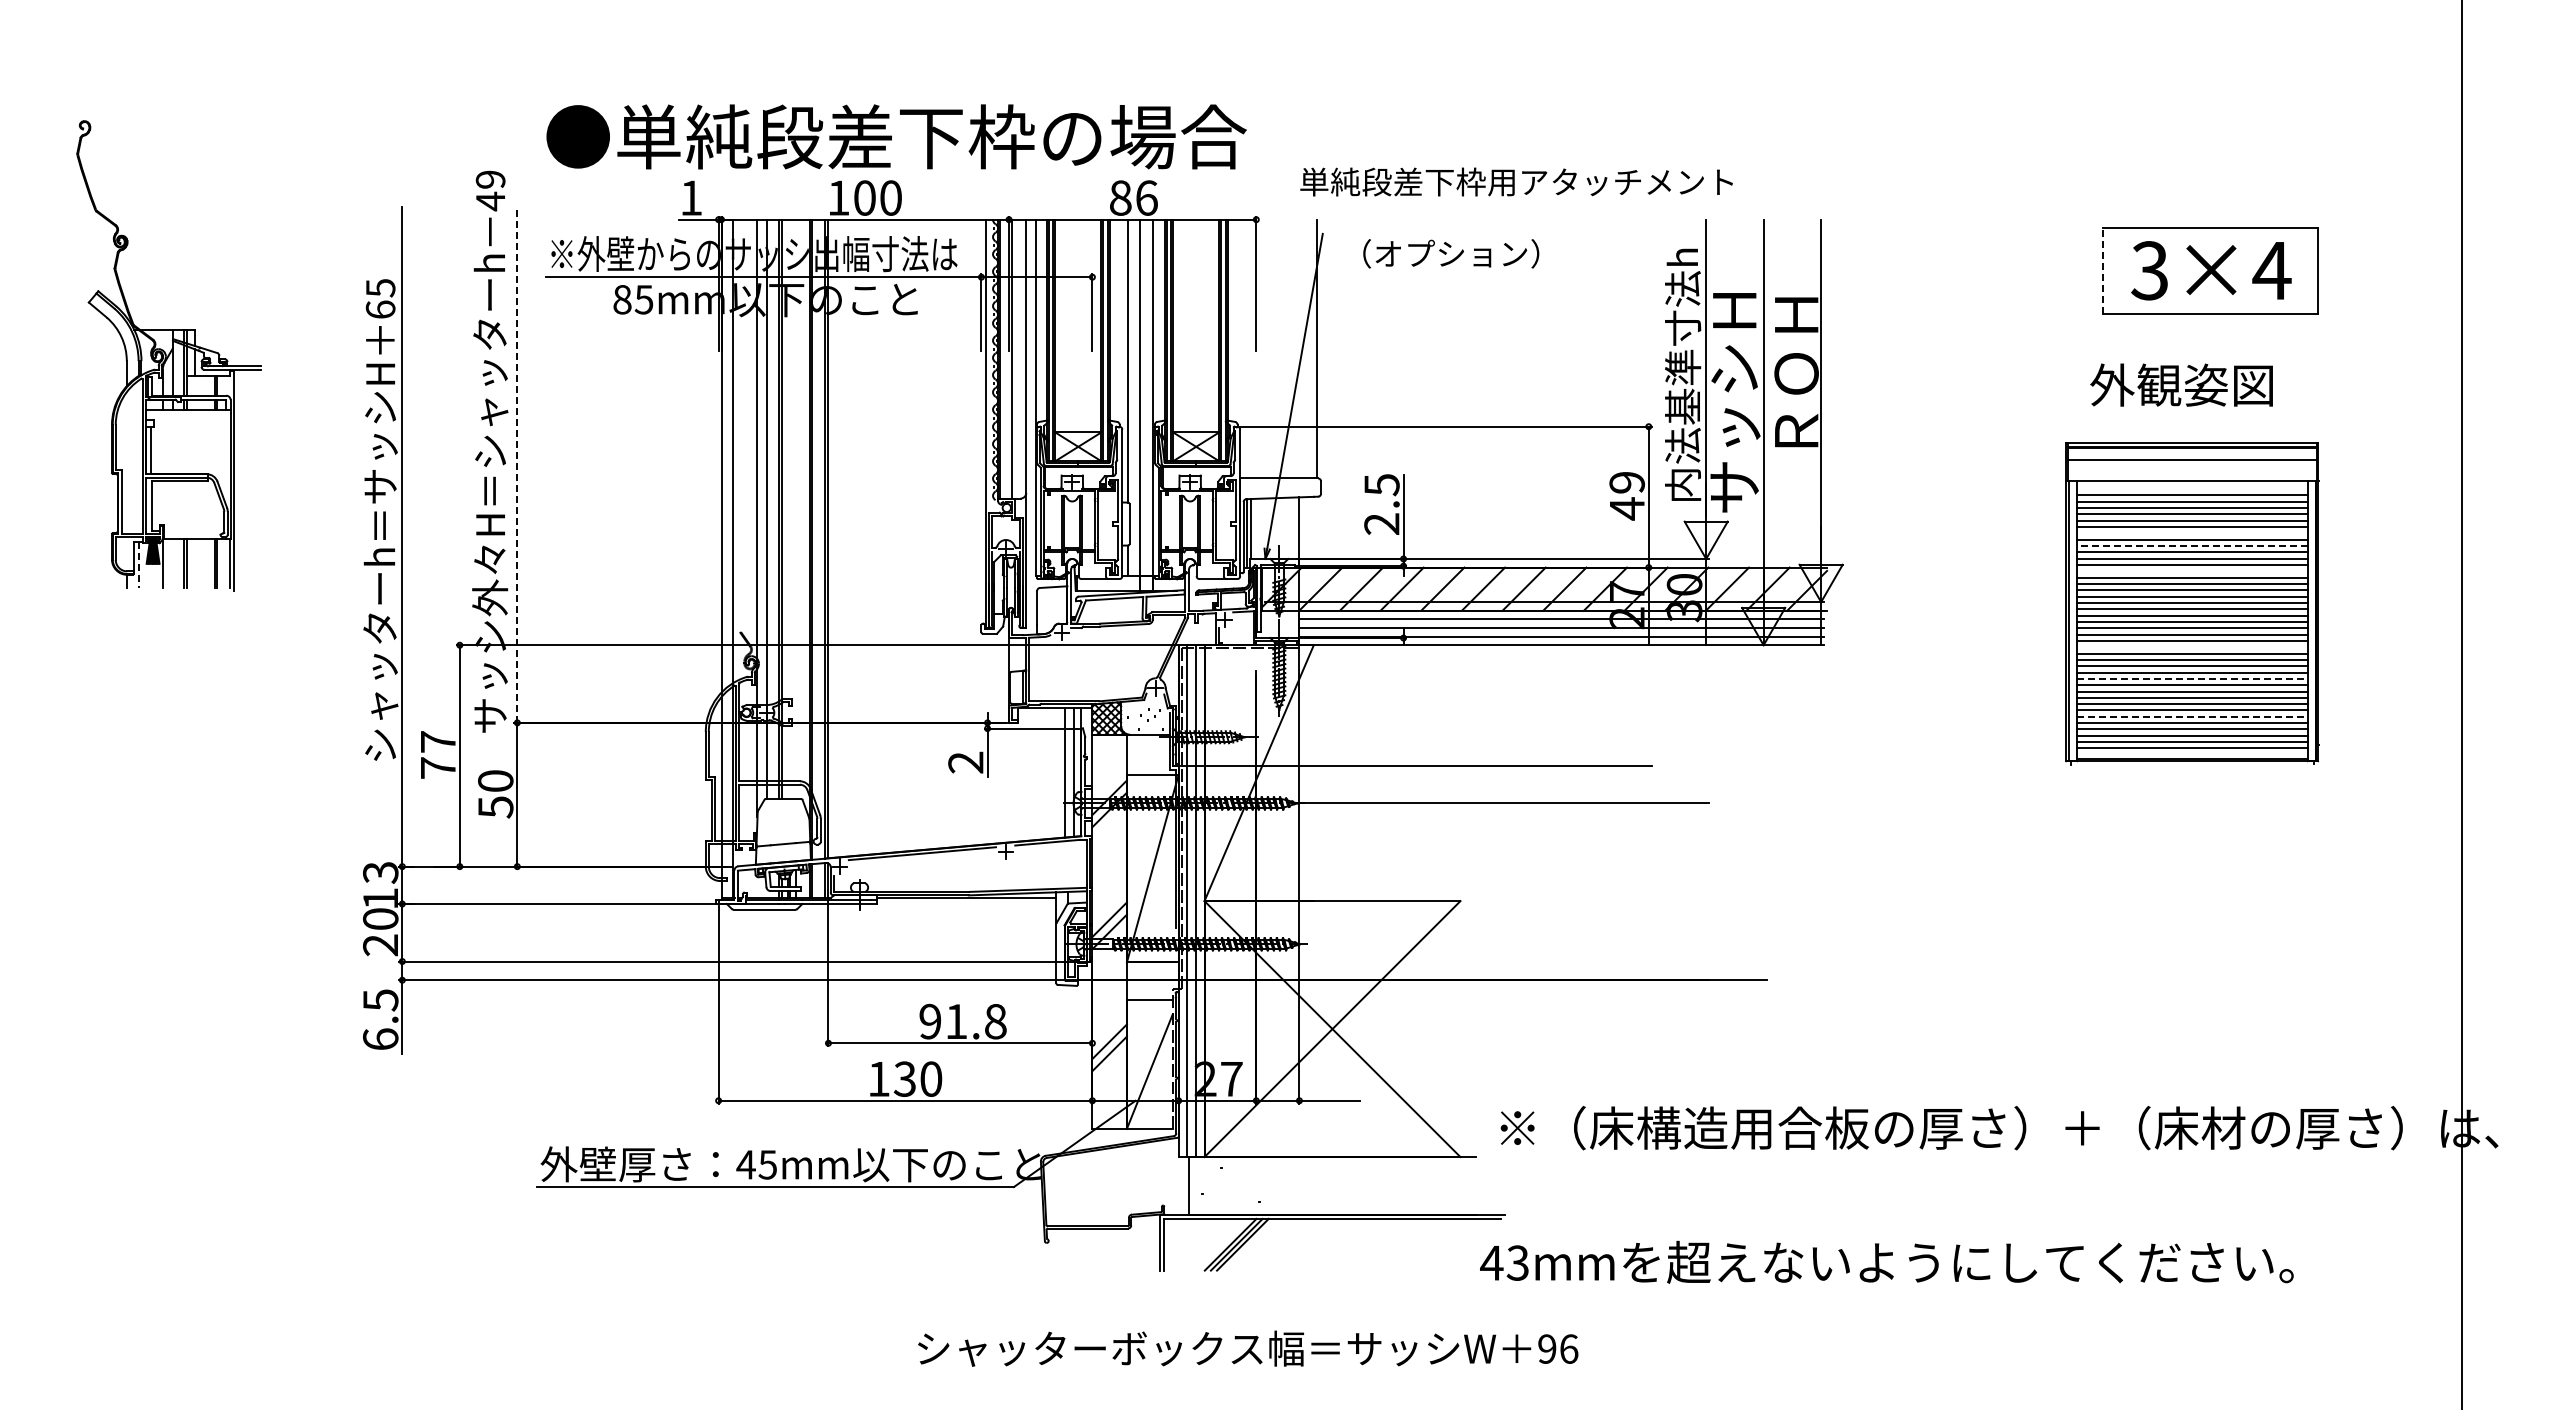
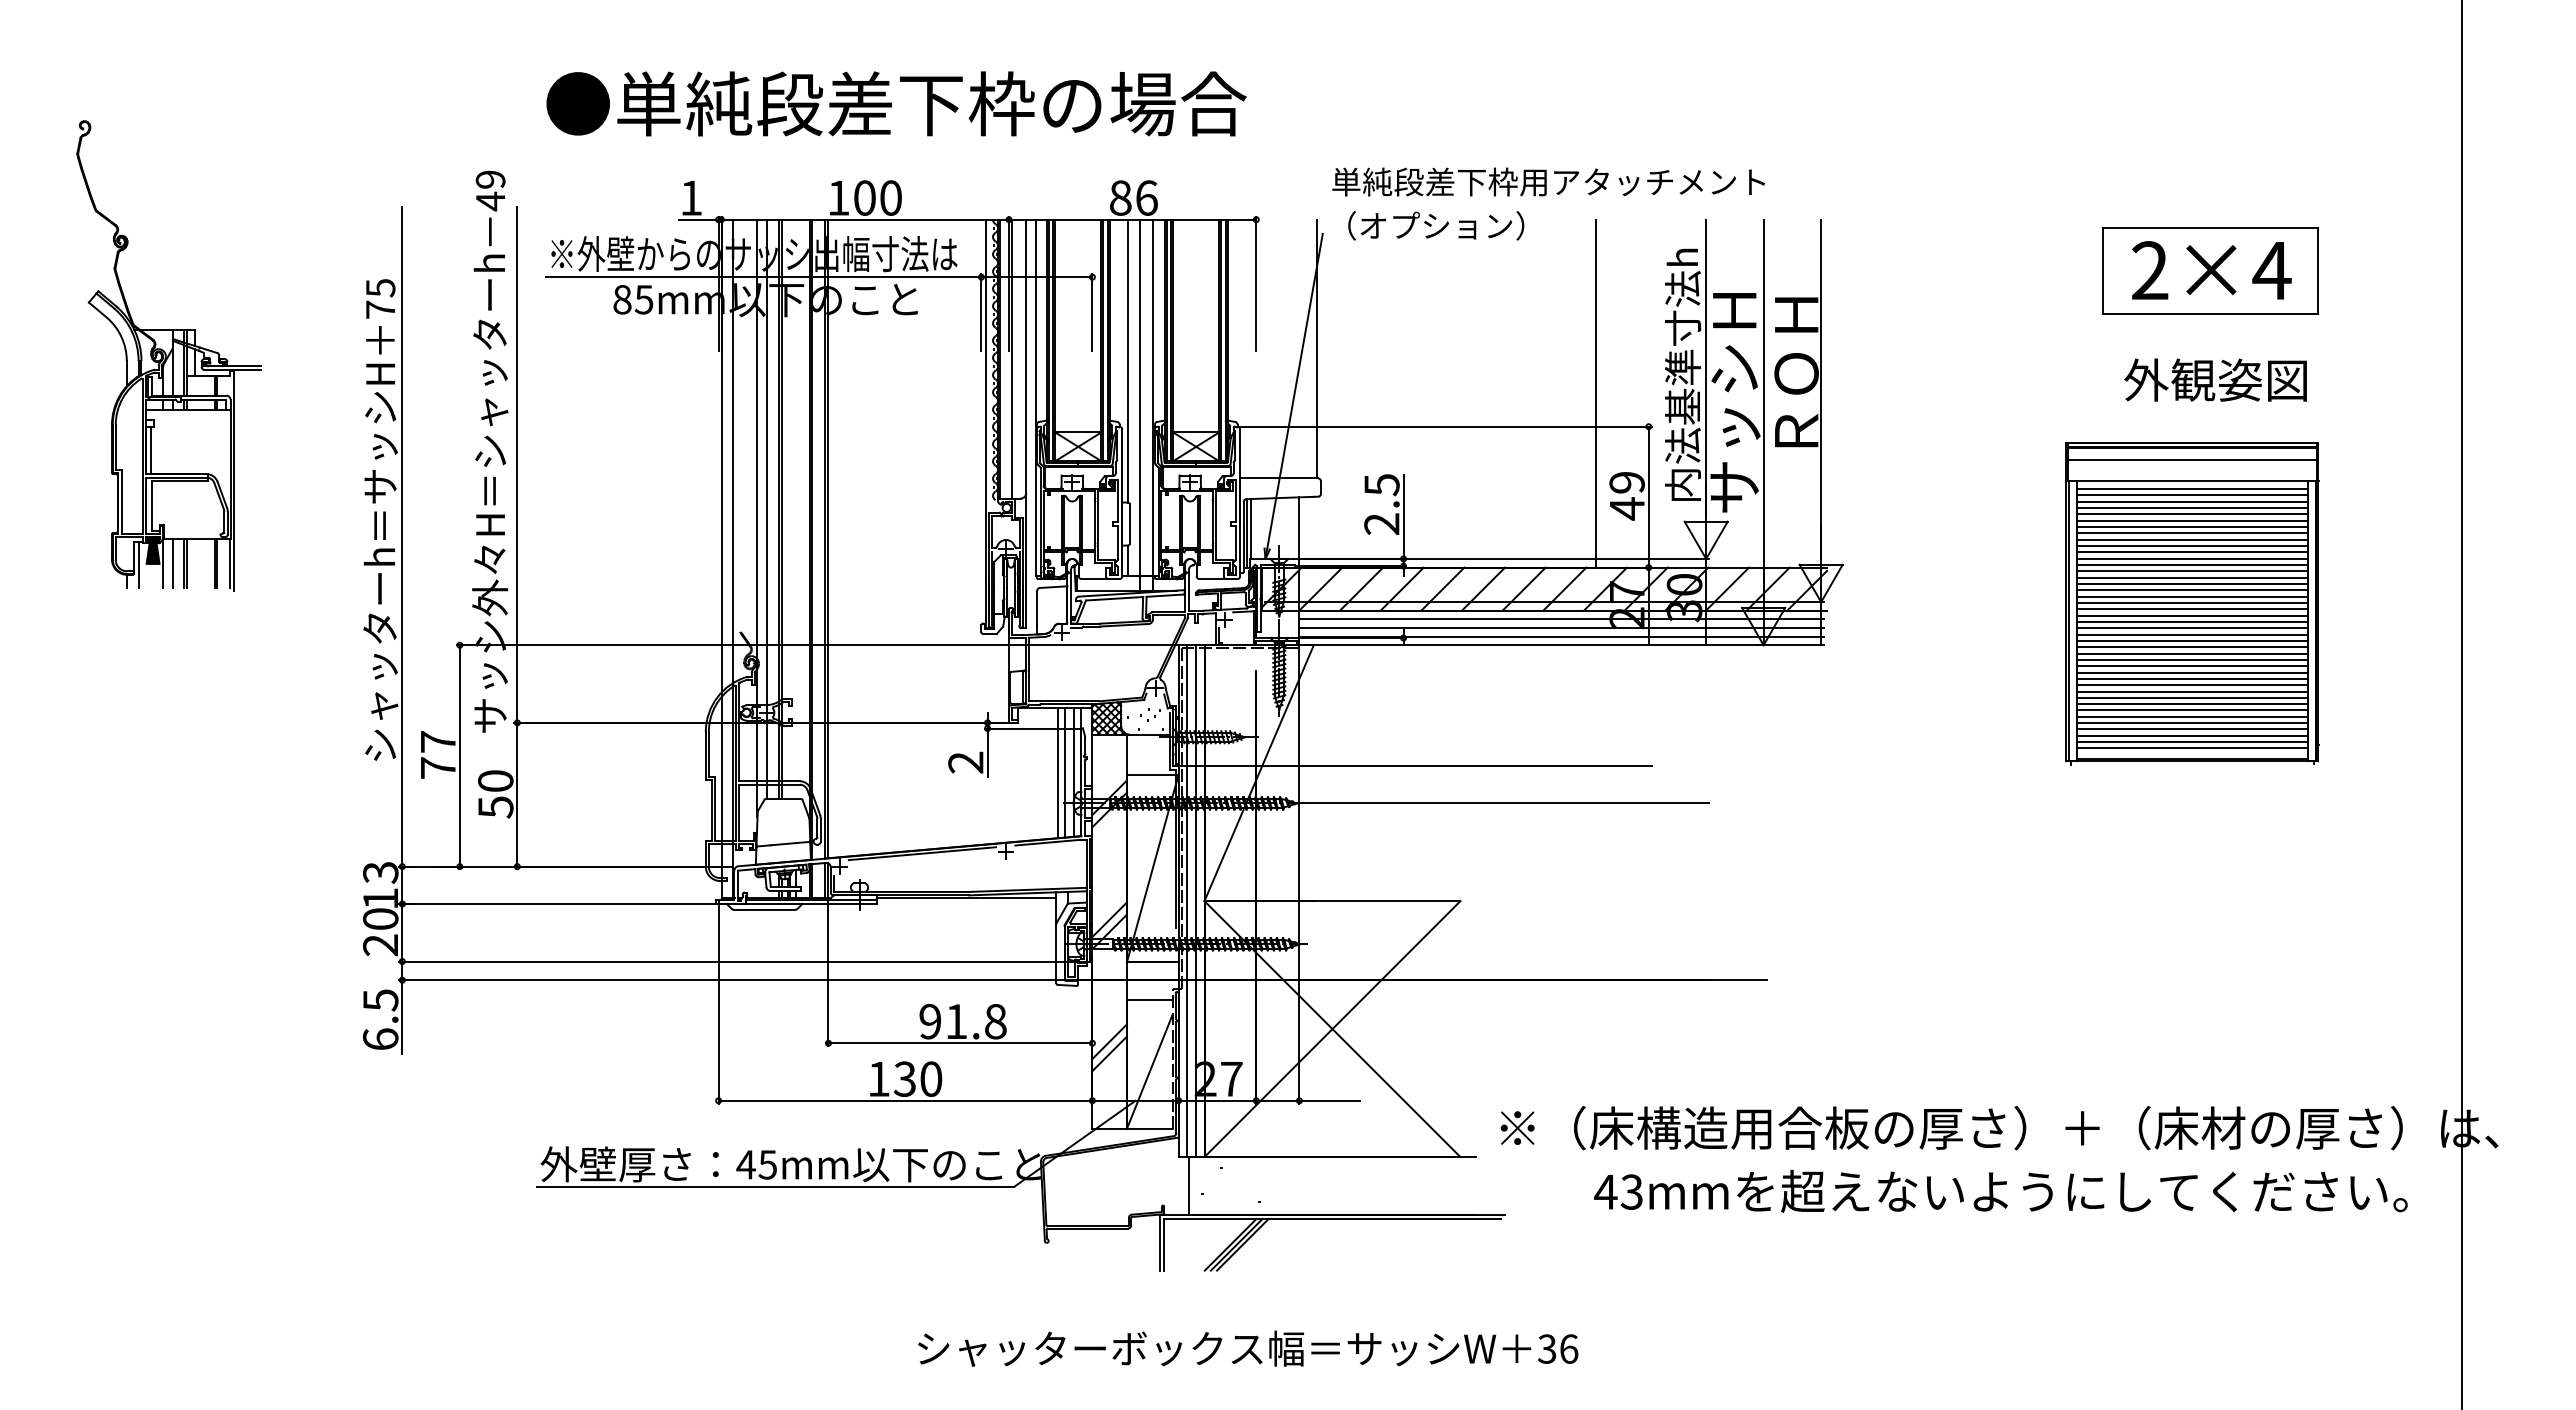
text at (896, 136) position: (896, 136) -> (896, 103)
text at (1516, 181) position: (1516, 181) -> (1548, 181)
text at (1451, 253) position: (1451, 253) -> (1436, 225)
line at (2102, 270): dashed -> solid
text at (2149, 270): 3×4 -> 2×4
text at (380, 309): 65 -> 75
text at (2181, 384) position: (2181, 384) -> (2215, 379)
line at (1595, 393): none -> present
line at (517, 464): dashed -> solid
line at (2191, 489): none -> present
line at (2191, 533): none -> present
line at (2191, 546): dashed -> solid
line at (172, 563): none -> present
line at (138, 565): dashed -> solid
line at (2191, 571): none -> present
line at (2191, 647): none -> present
line at (2192, 678): dashed -> solid
line at (2192, 716): dashed -> solid
line at (1057, 773): none -> present
text at (1886, 1261) position: (1886, 1261) -> (2000, 1190)
text at (1547, 1348): 96 -> 36
